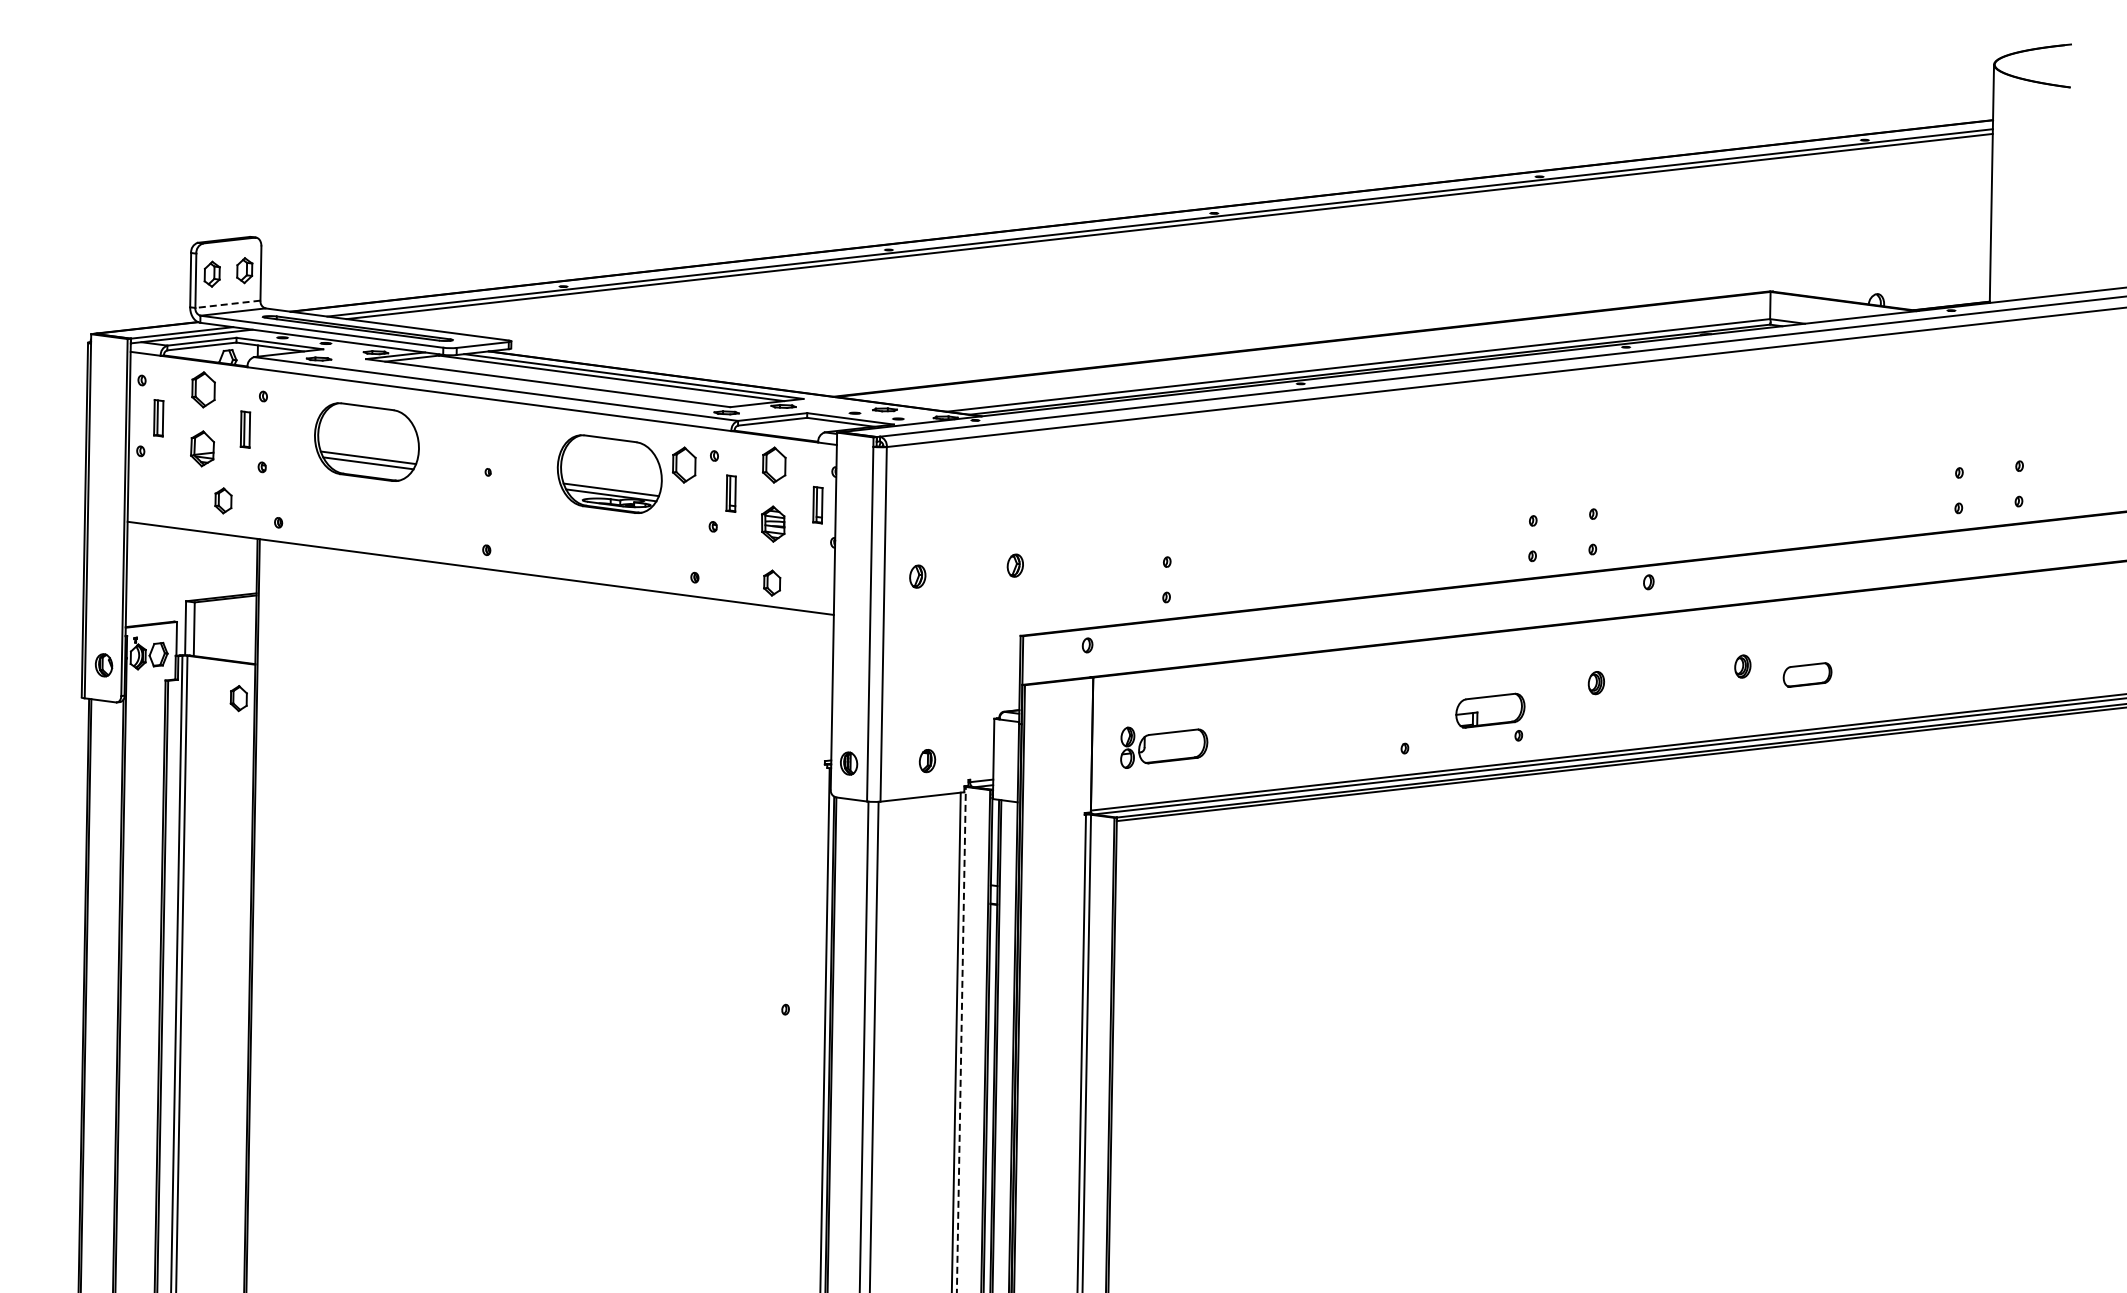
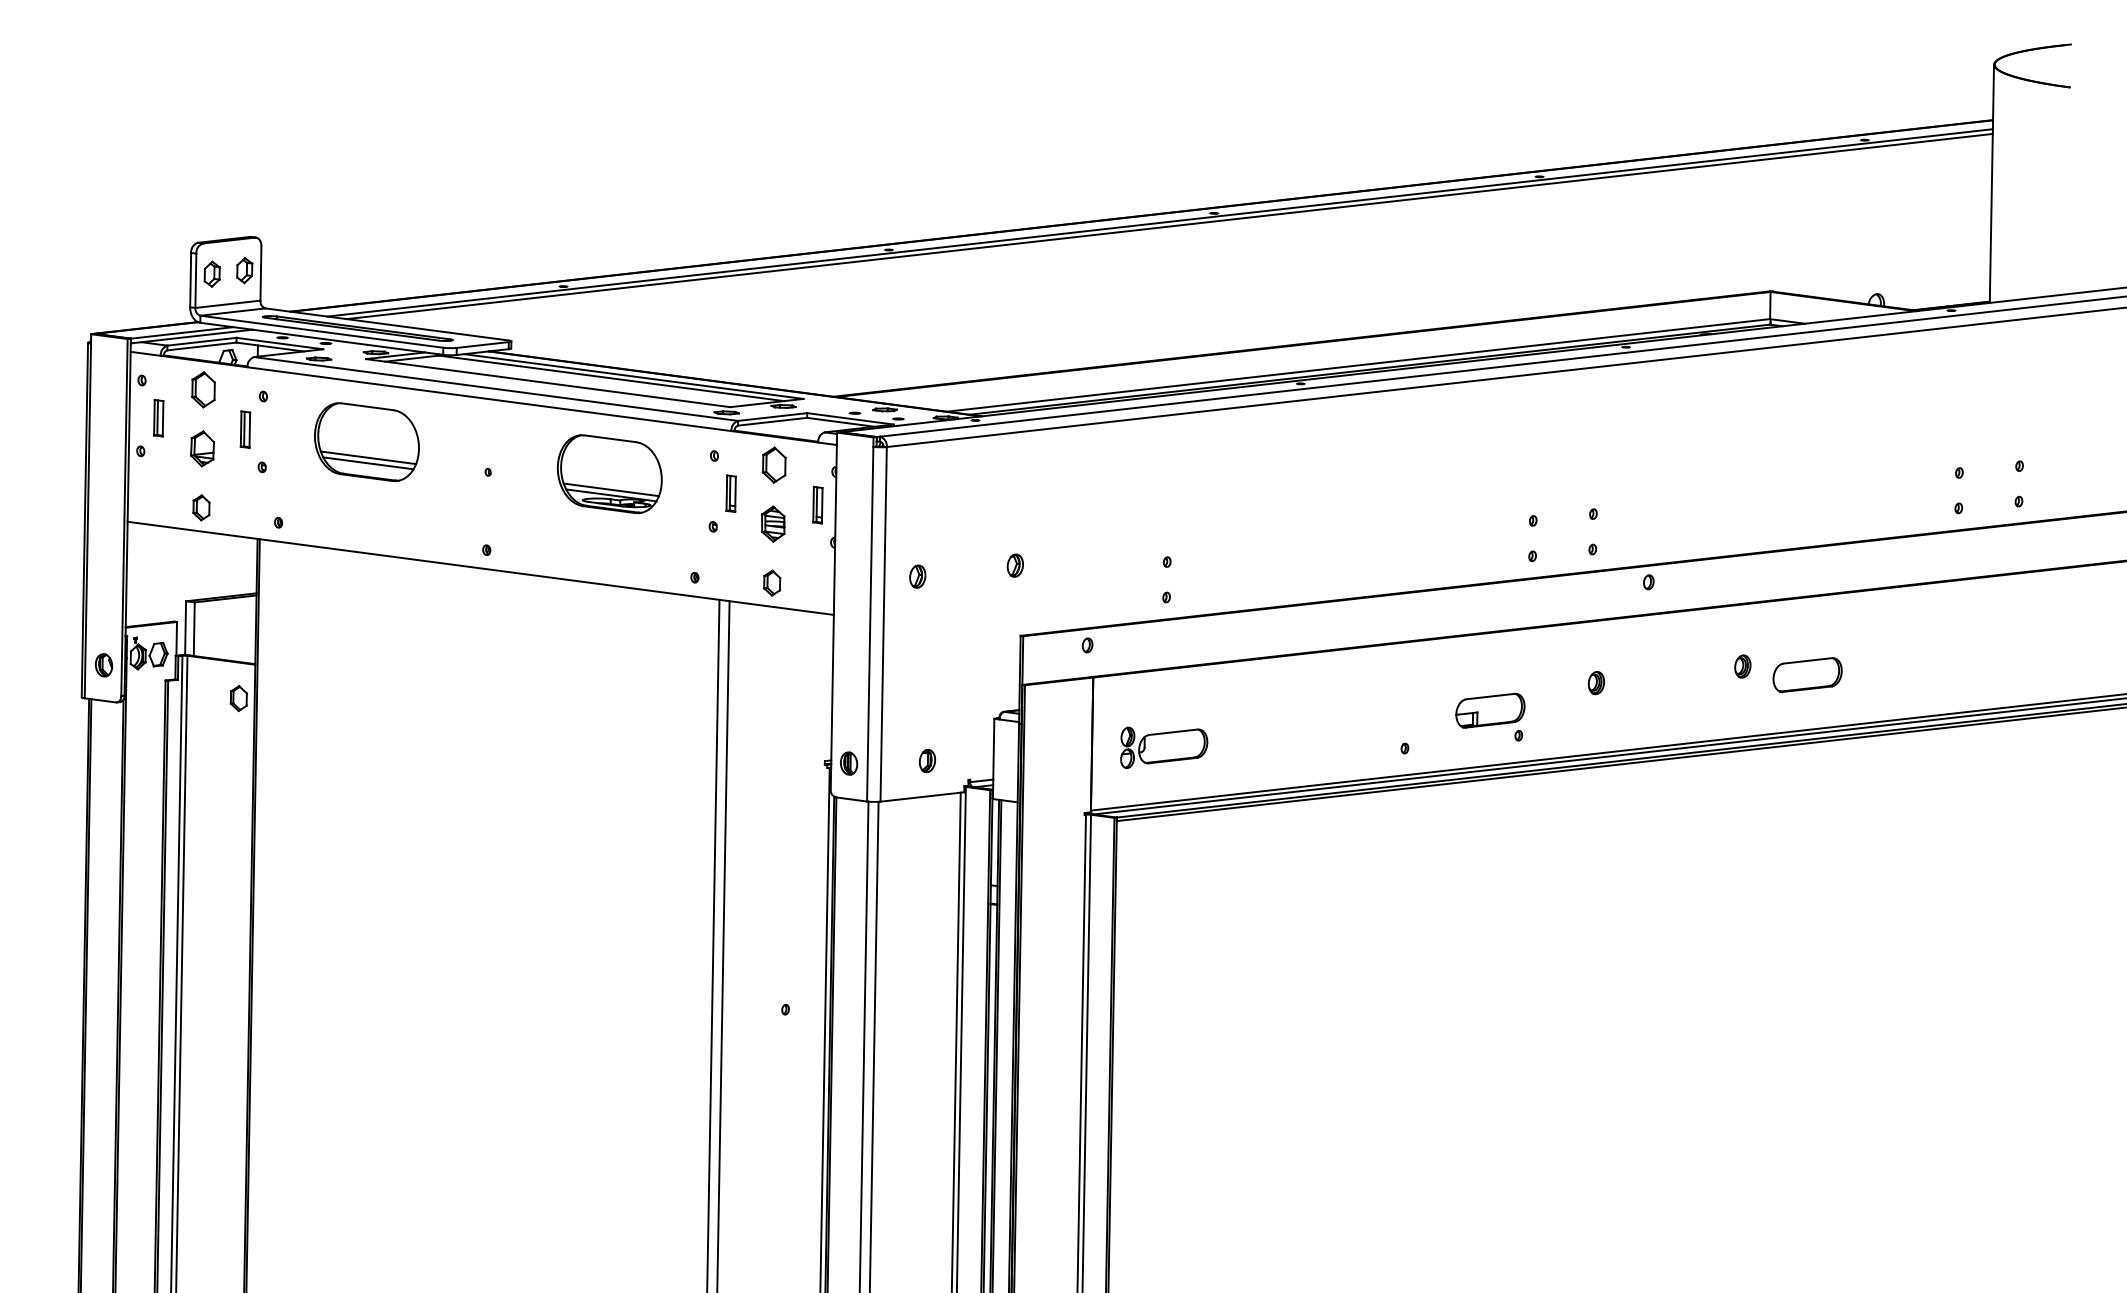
line at (227, 304): dashed -> solid
part at (684, 464): present -> none
part at (223, 500) position: (223, 500) -> (201, 507)
part at (1807, 674) size: 51x26 px -> 71x36 px
line at (713, 944): none -> present
line at (723, 945): none -> present
line at (961, 1039): dashed -> solid
